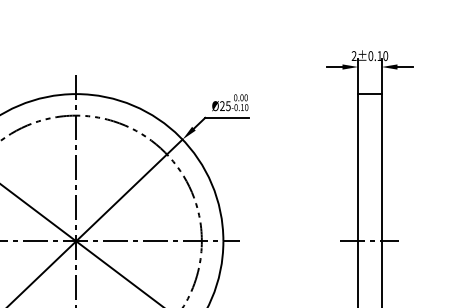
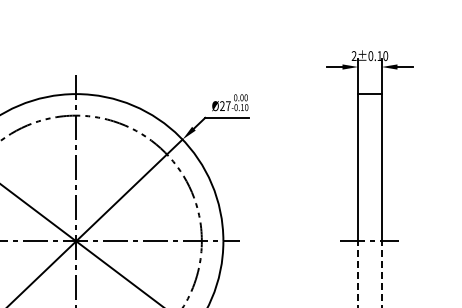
text at (228, 106): Ø25 -> Ø27
line at (358, 274): solid -> dashed
line at (381, 274): solid -> dashed
